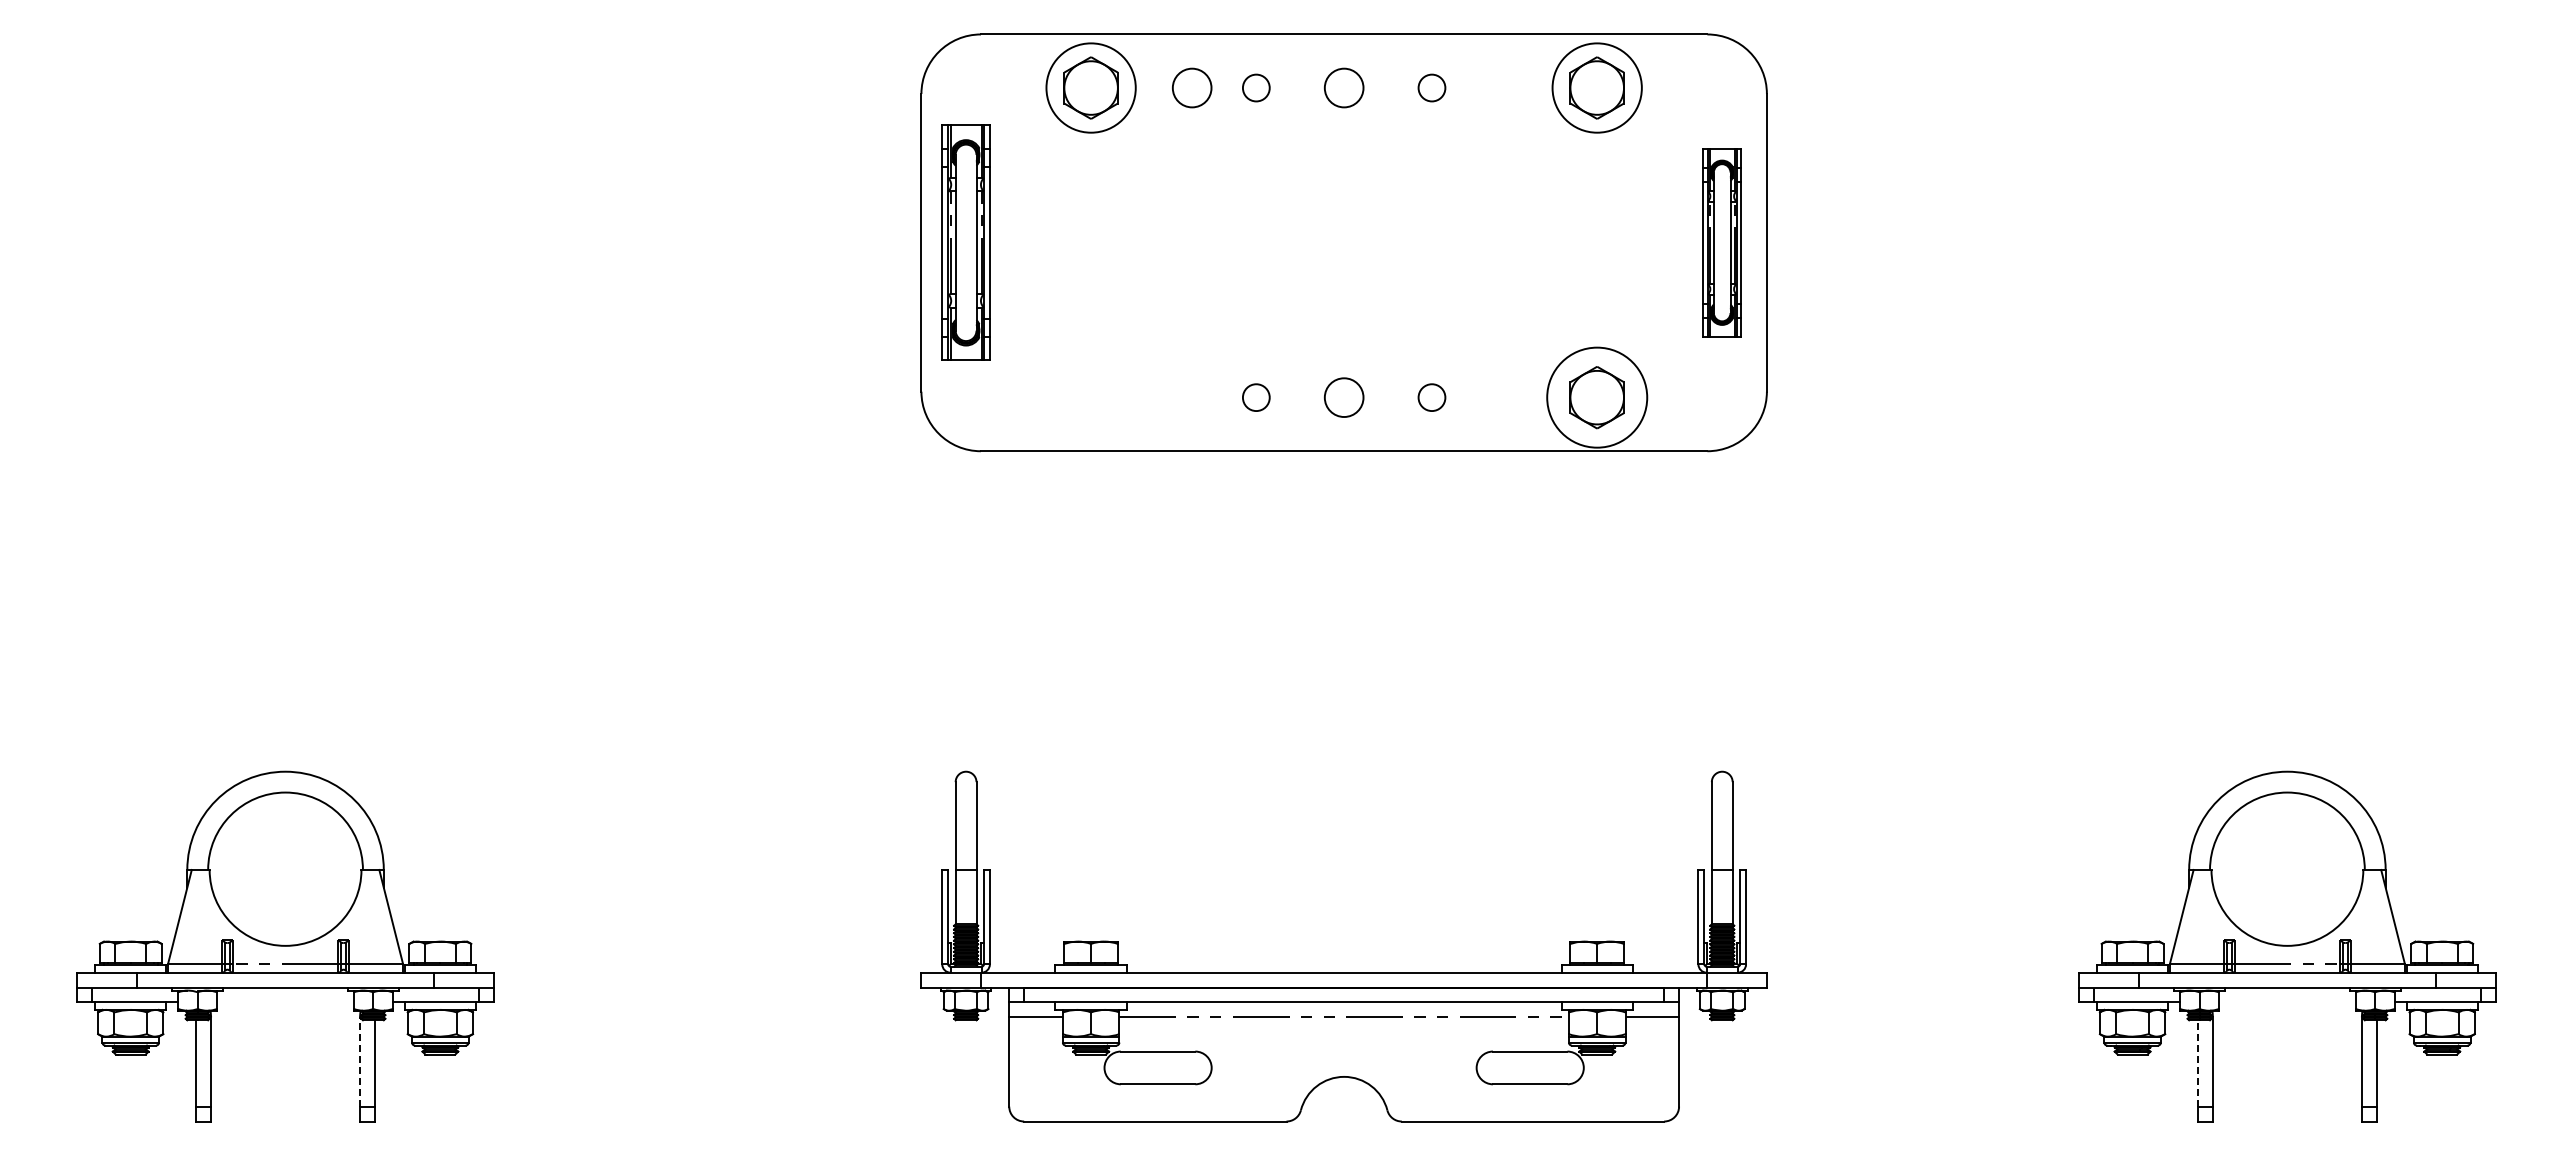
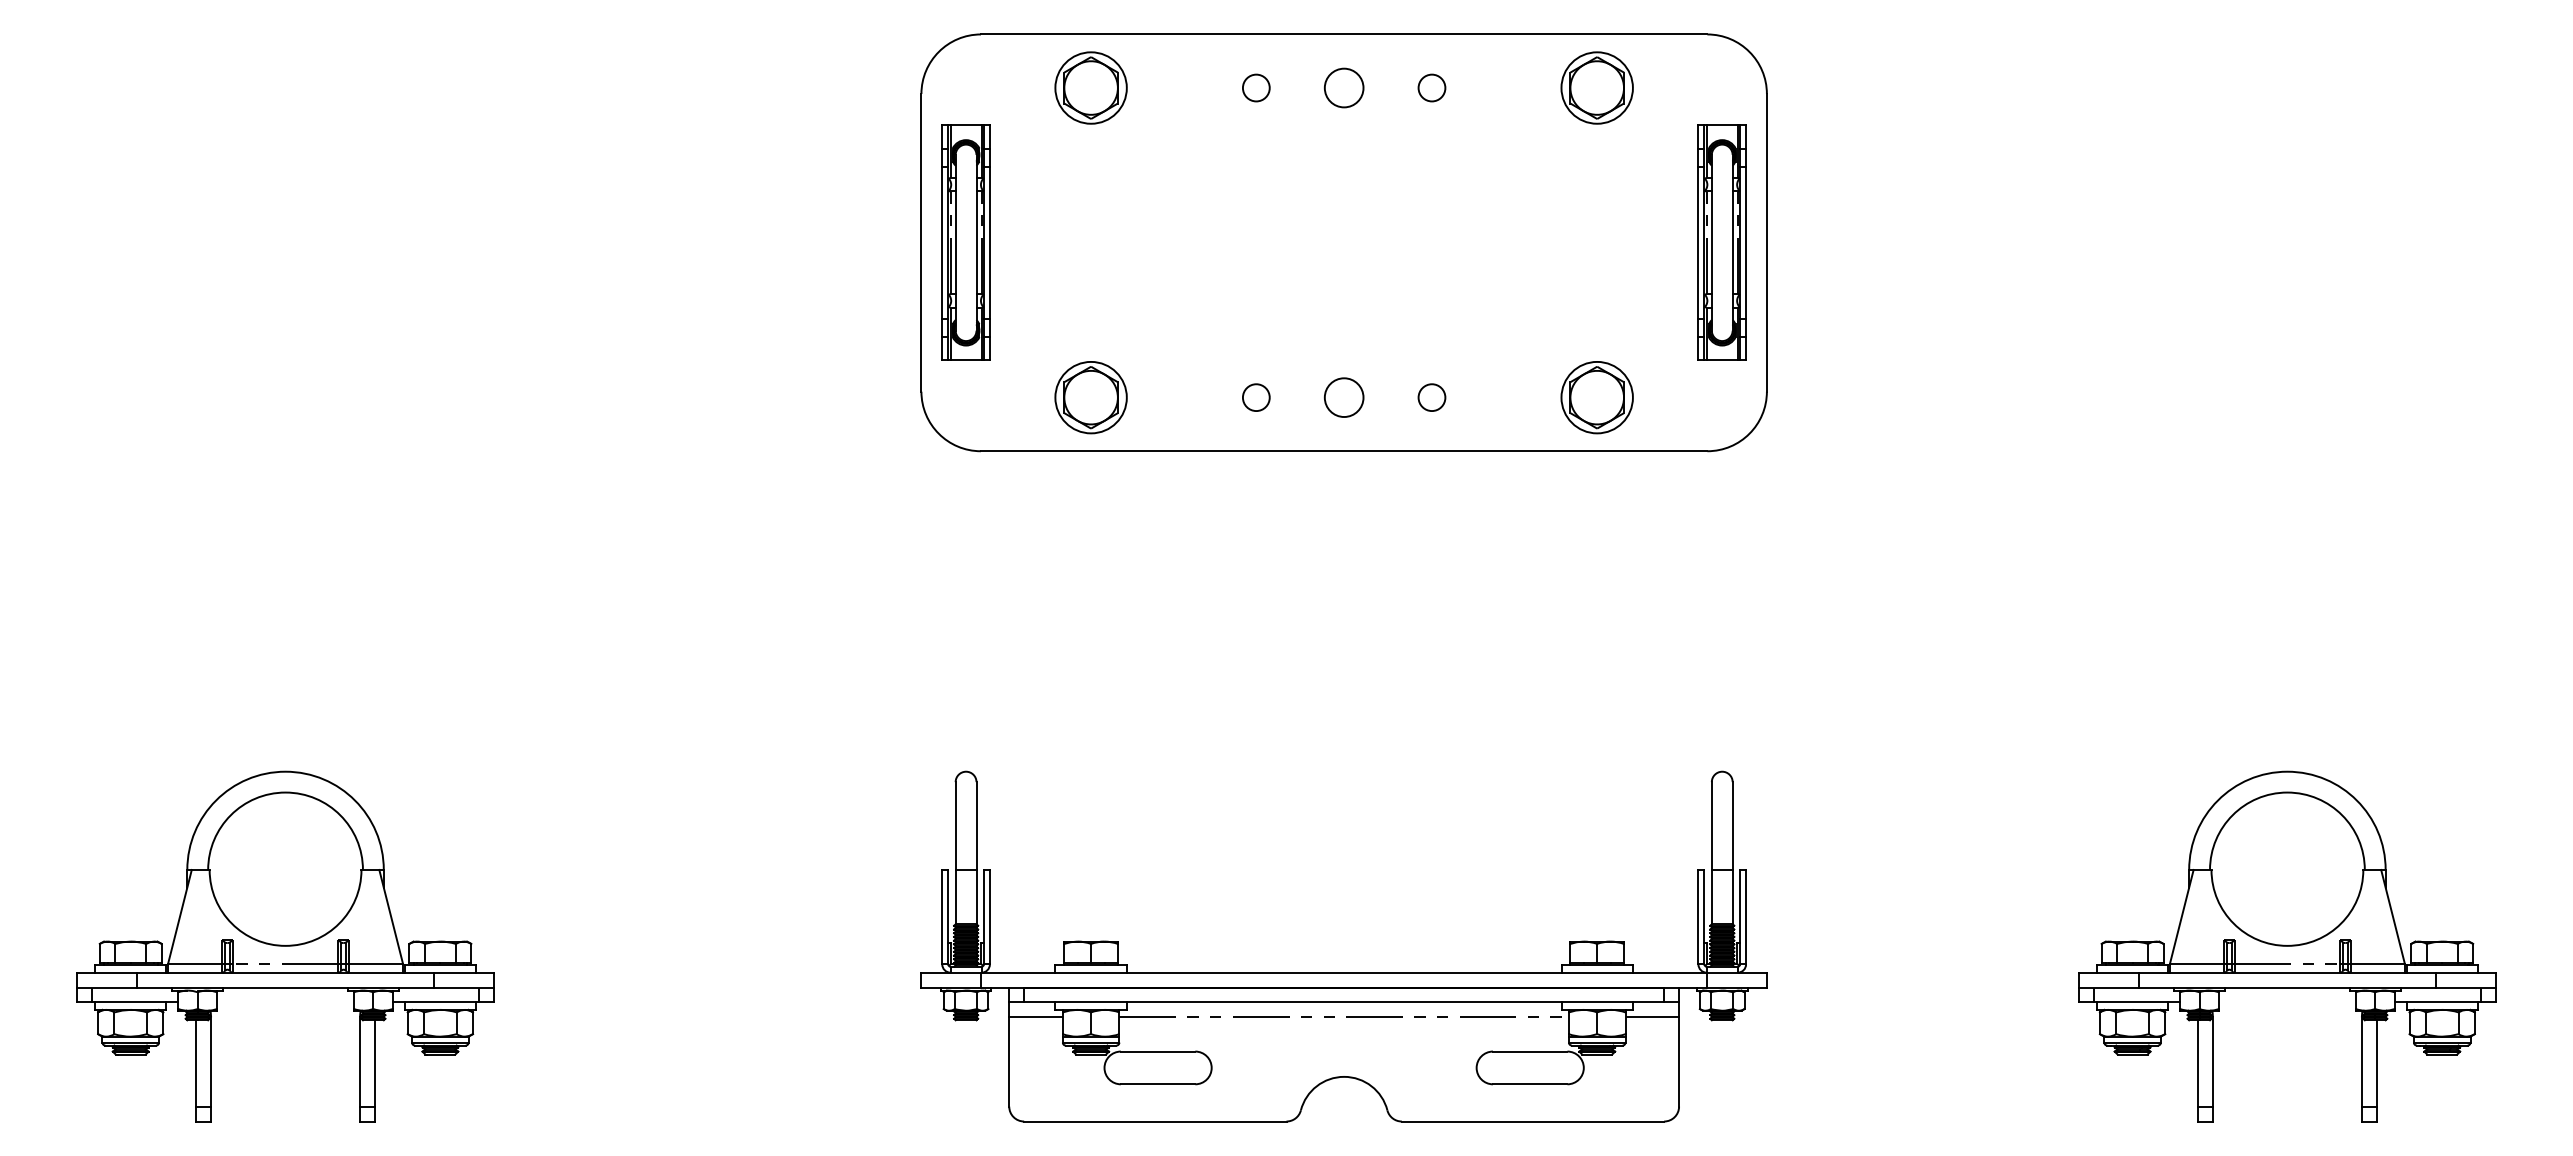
circle at (1090, 87) diameter: 89 px -> 71 px
circle at (1192, 87): present -> none
circle at (1596, 87) diameter: 89 px -> 71 px
part at (1721, 242) size: 40x190 px -> 50x237 px
part at (1090, 397): none -> present
circle at (1597, 397) diameter: 100 px -> 71 px
line at (359, 1061): dashed -> solid
line at (2198, 1062): dashed -> solid
